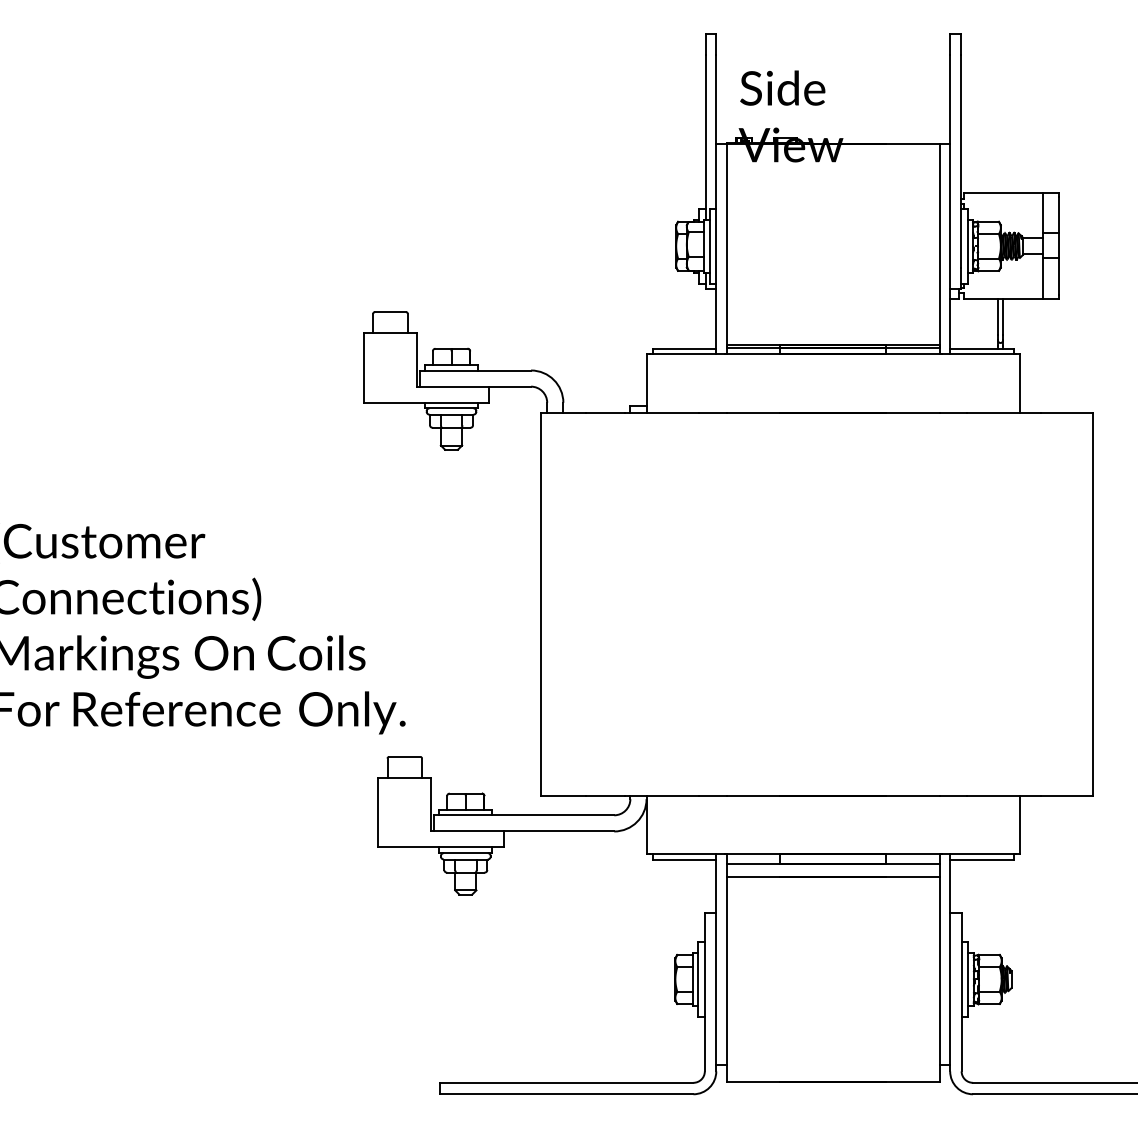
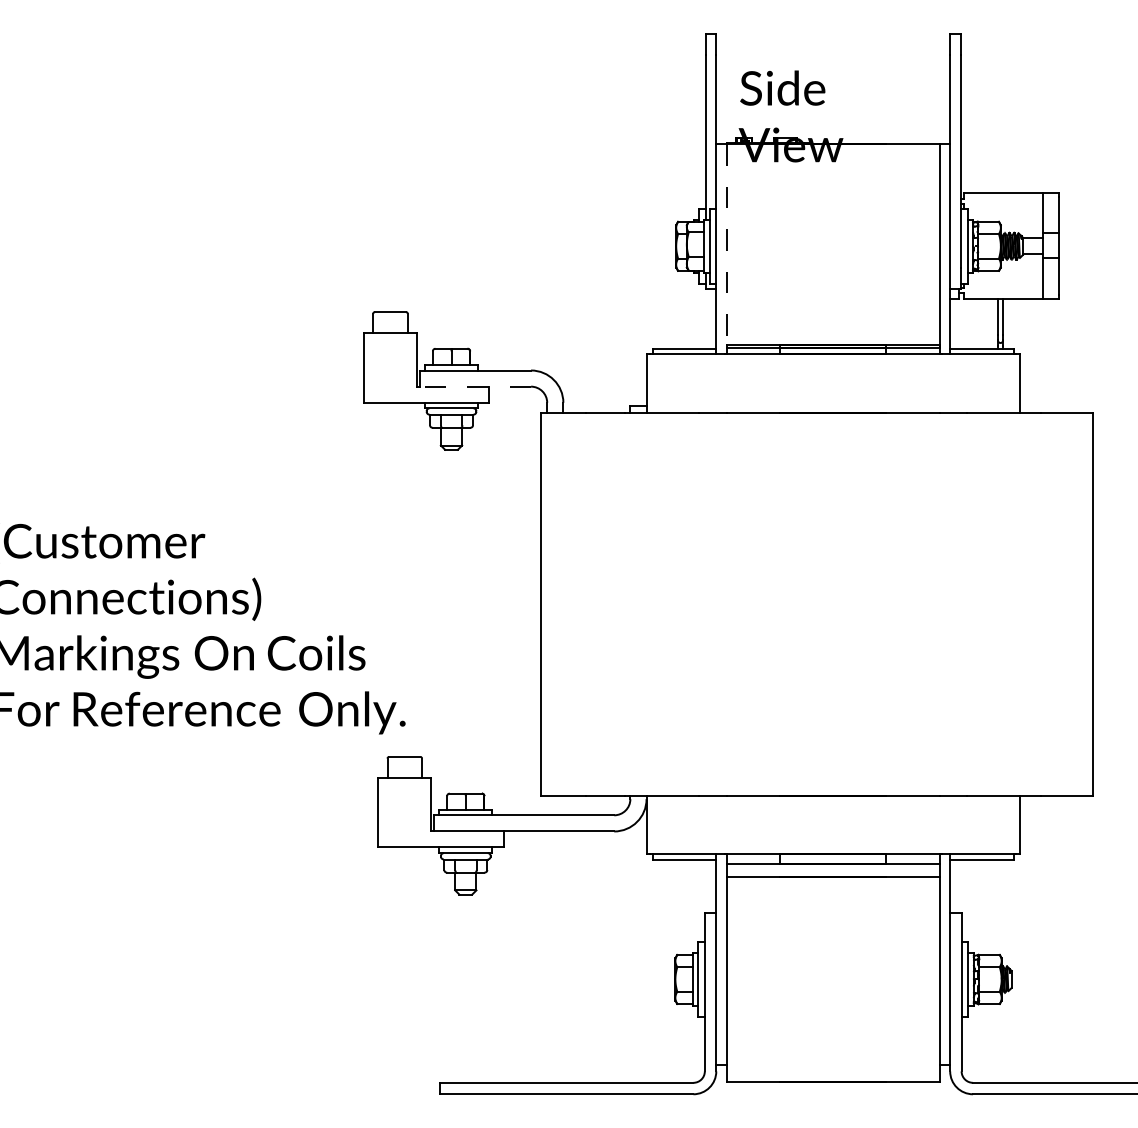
line at (726, 246): solid -> dashed
line at (475, 386): solid -> dashed
